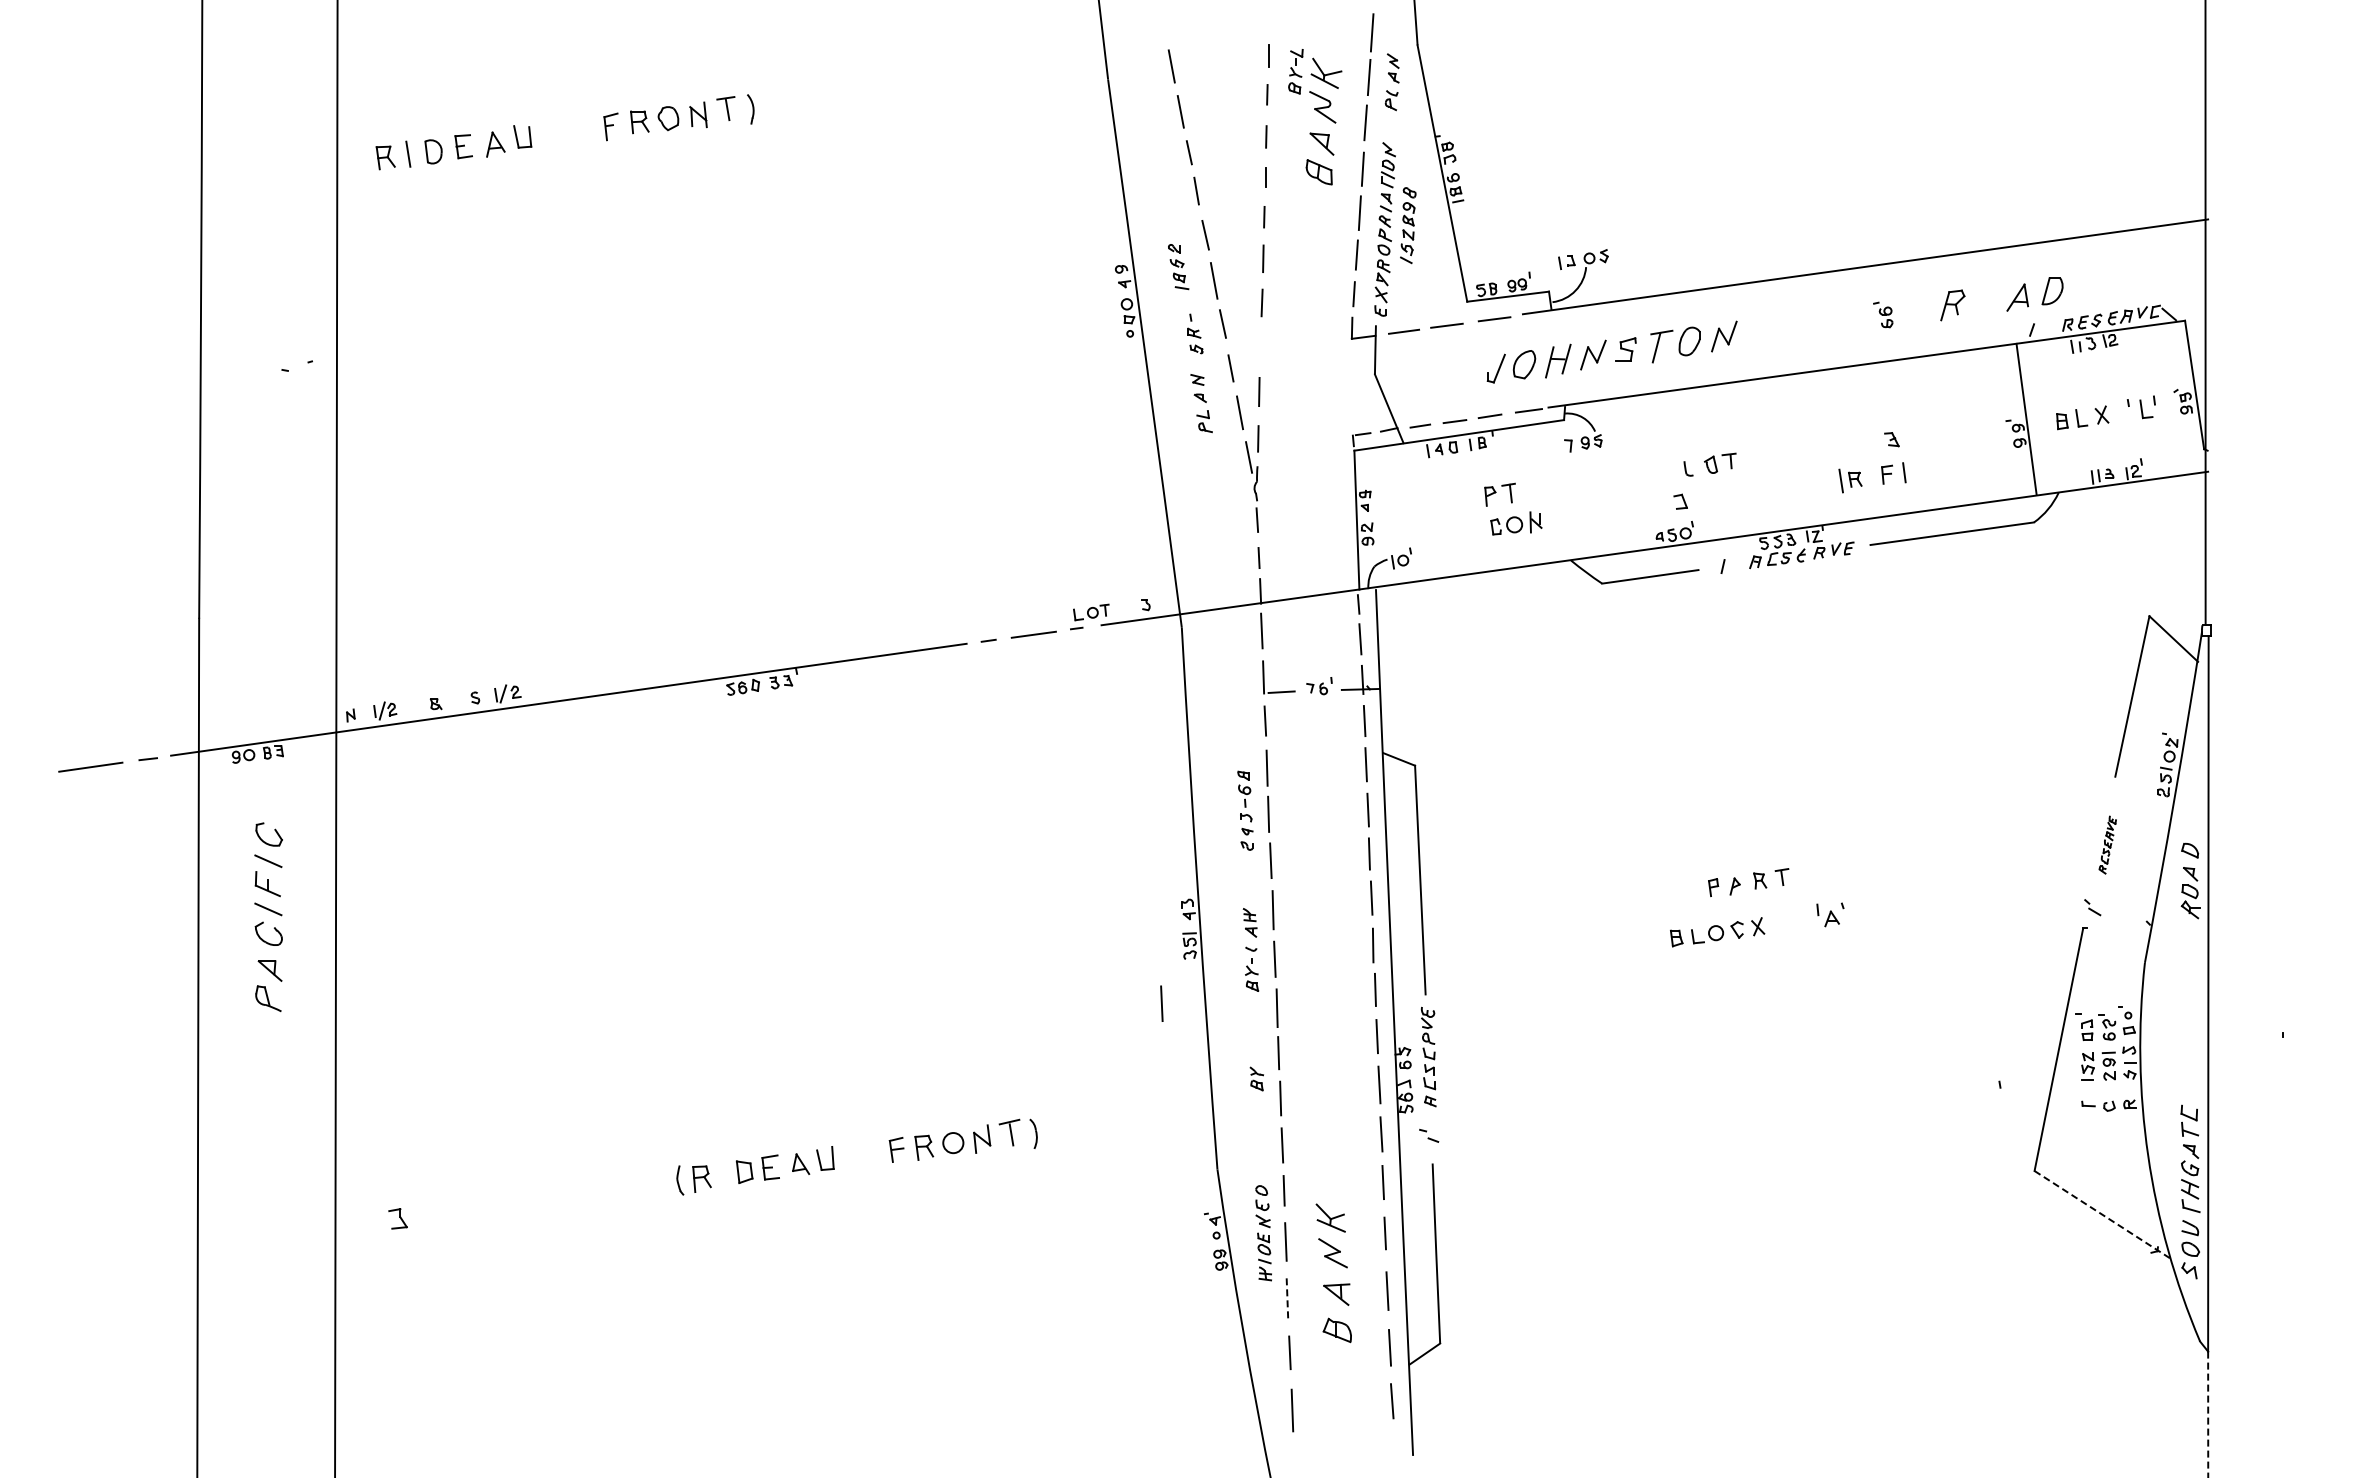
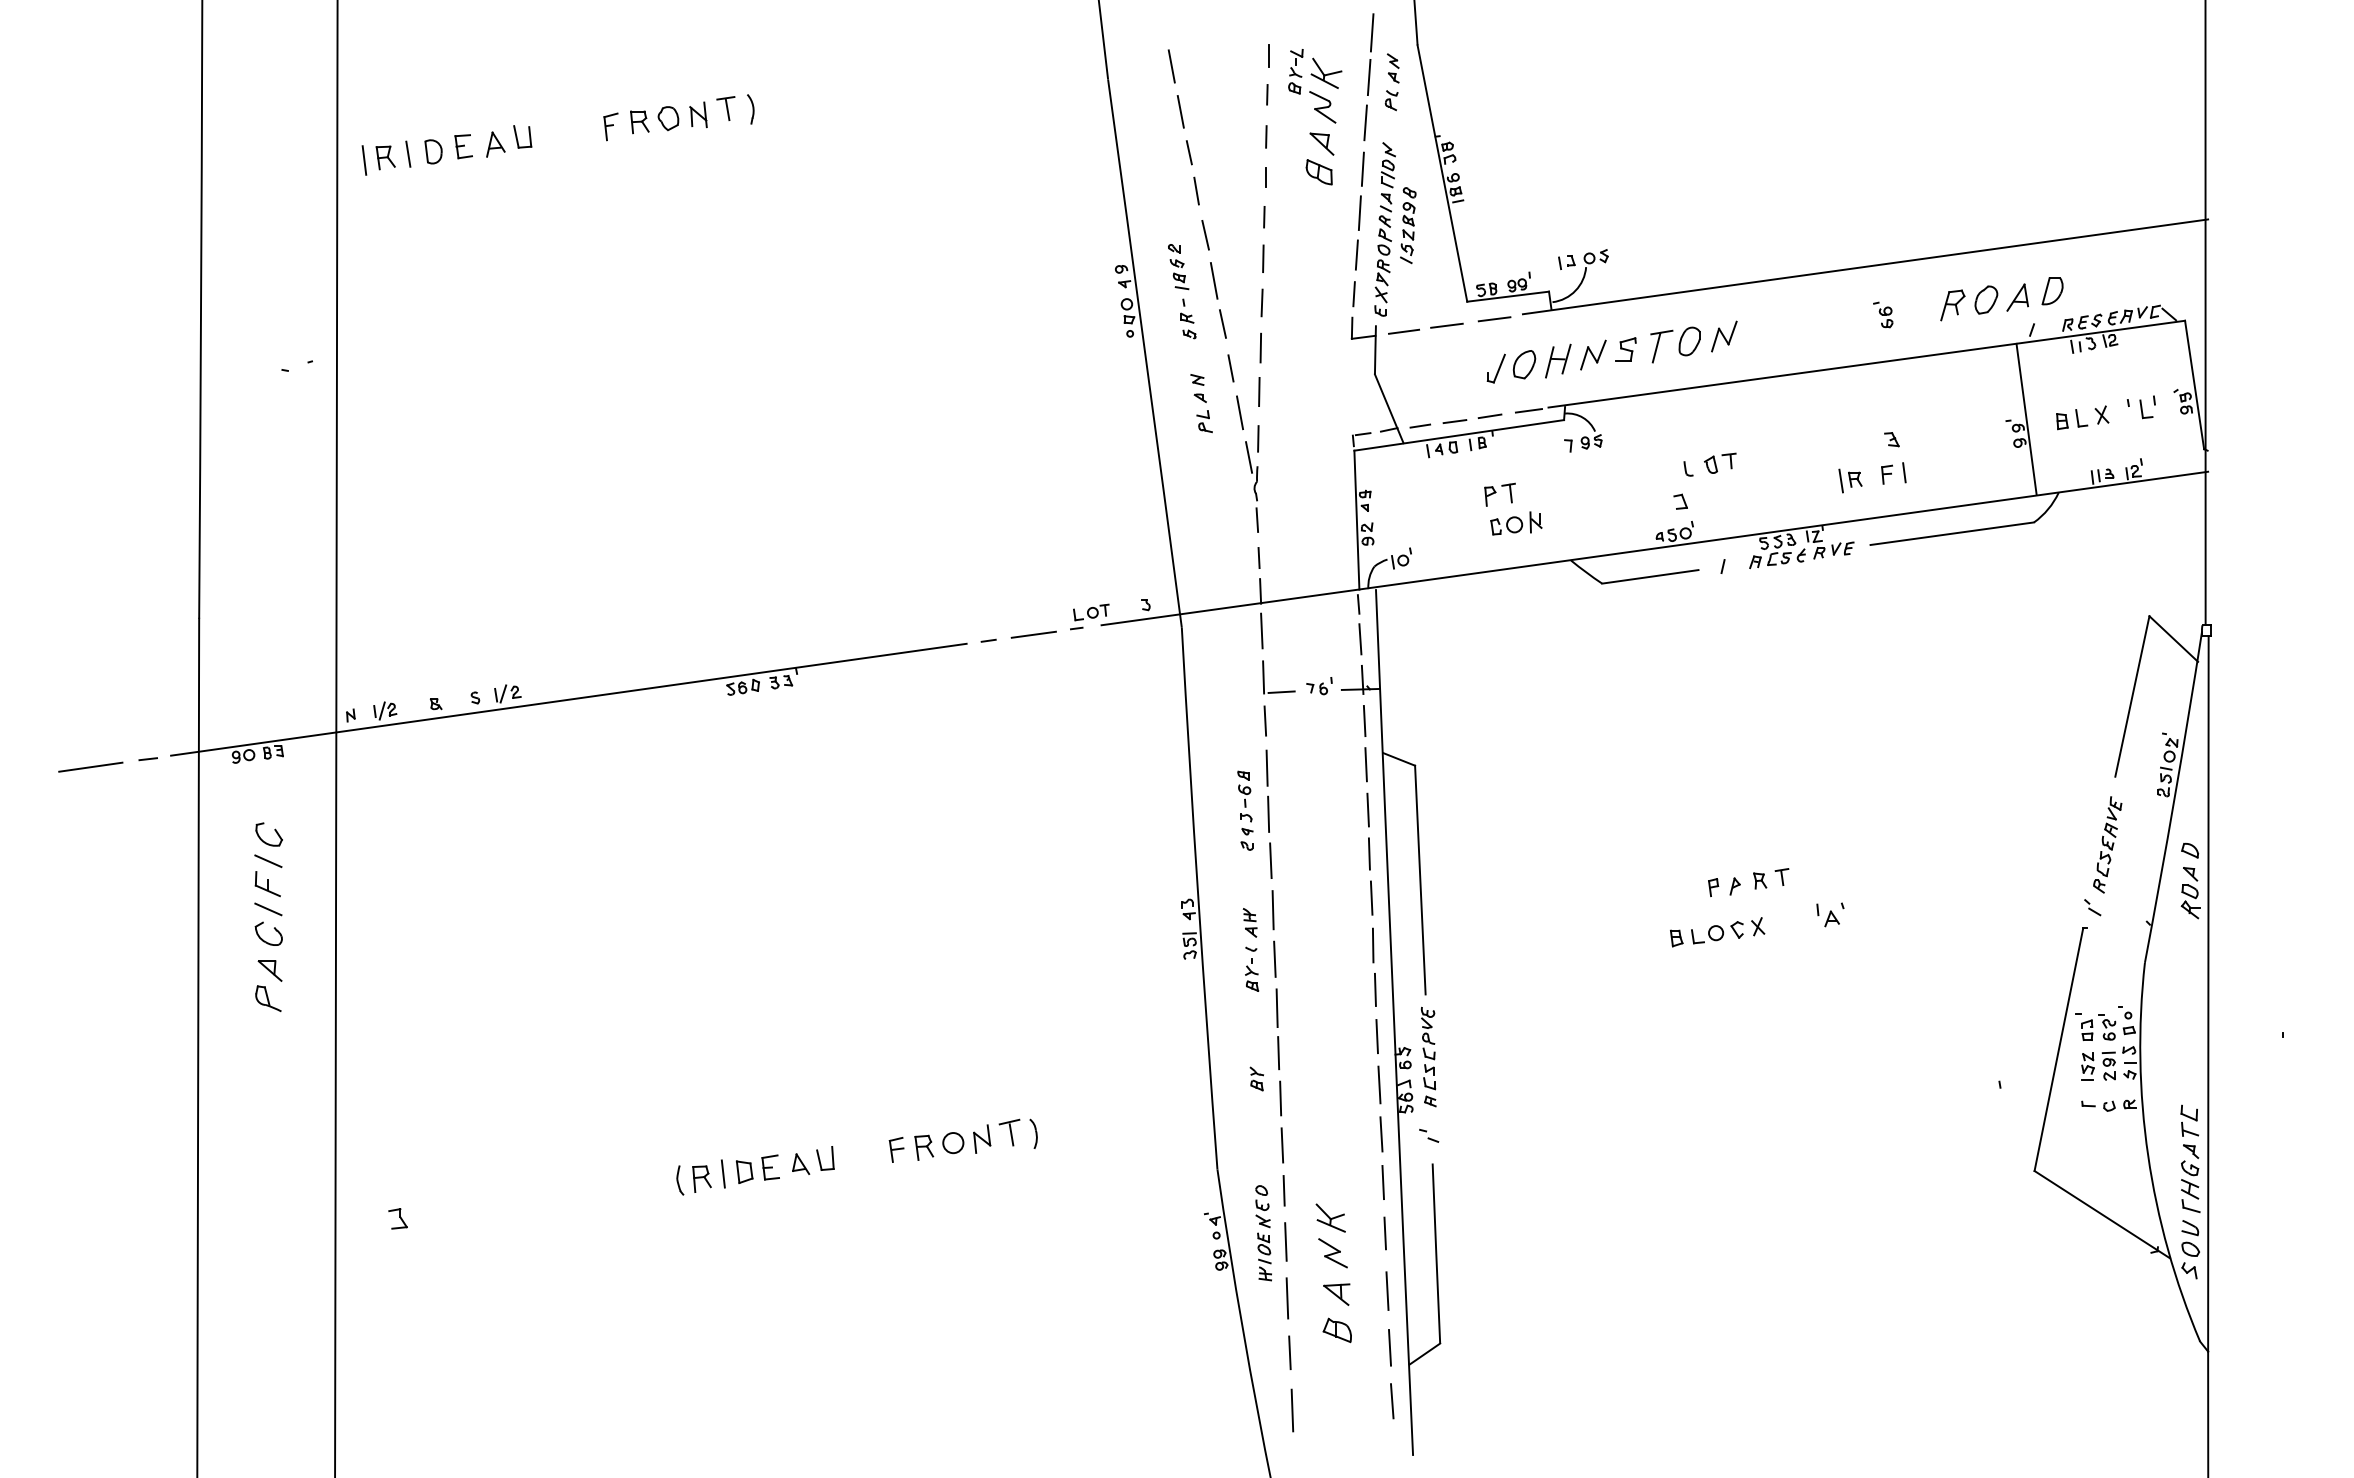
line at (364, 160): none -> present
part at (1986, 299): none -> present
part at (1195, 333) position: (1195, 333) -> (1188, 318)
line at (1260, 347): none -> present
part at (2107, 844) size: 19x60 px -> 30x98 px
line at (1161, 1003): present -> none
line at (722, 1173): none -> present
line at (2102, 1214): dashed -> solid
line at (1287, 1298): dashed -> solid
line at (2208, 1414): dashed -> solid
